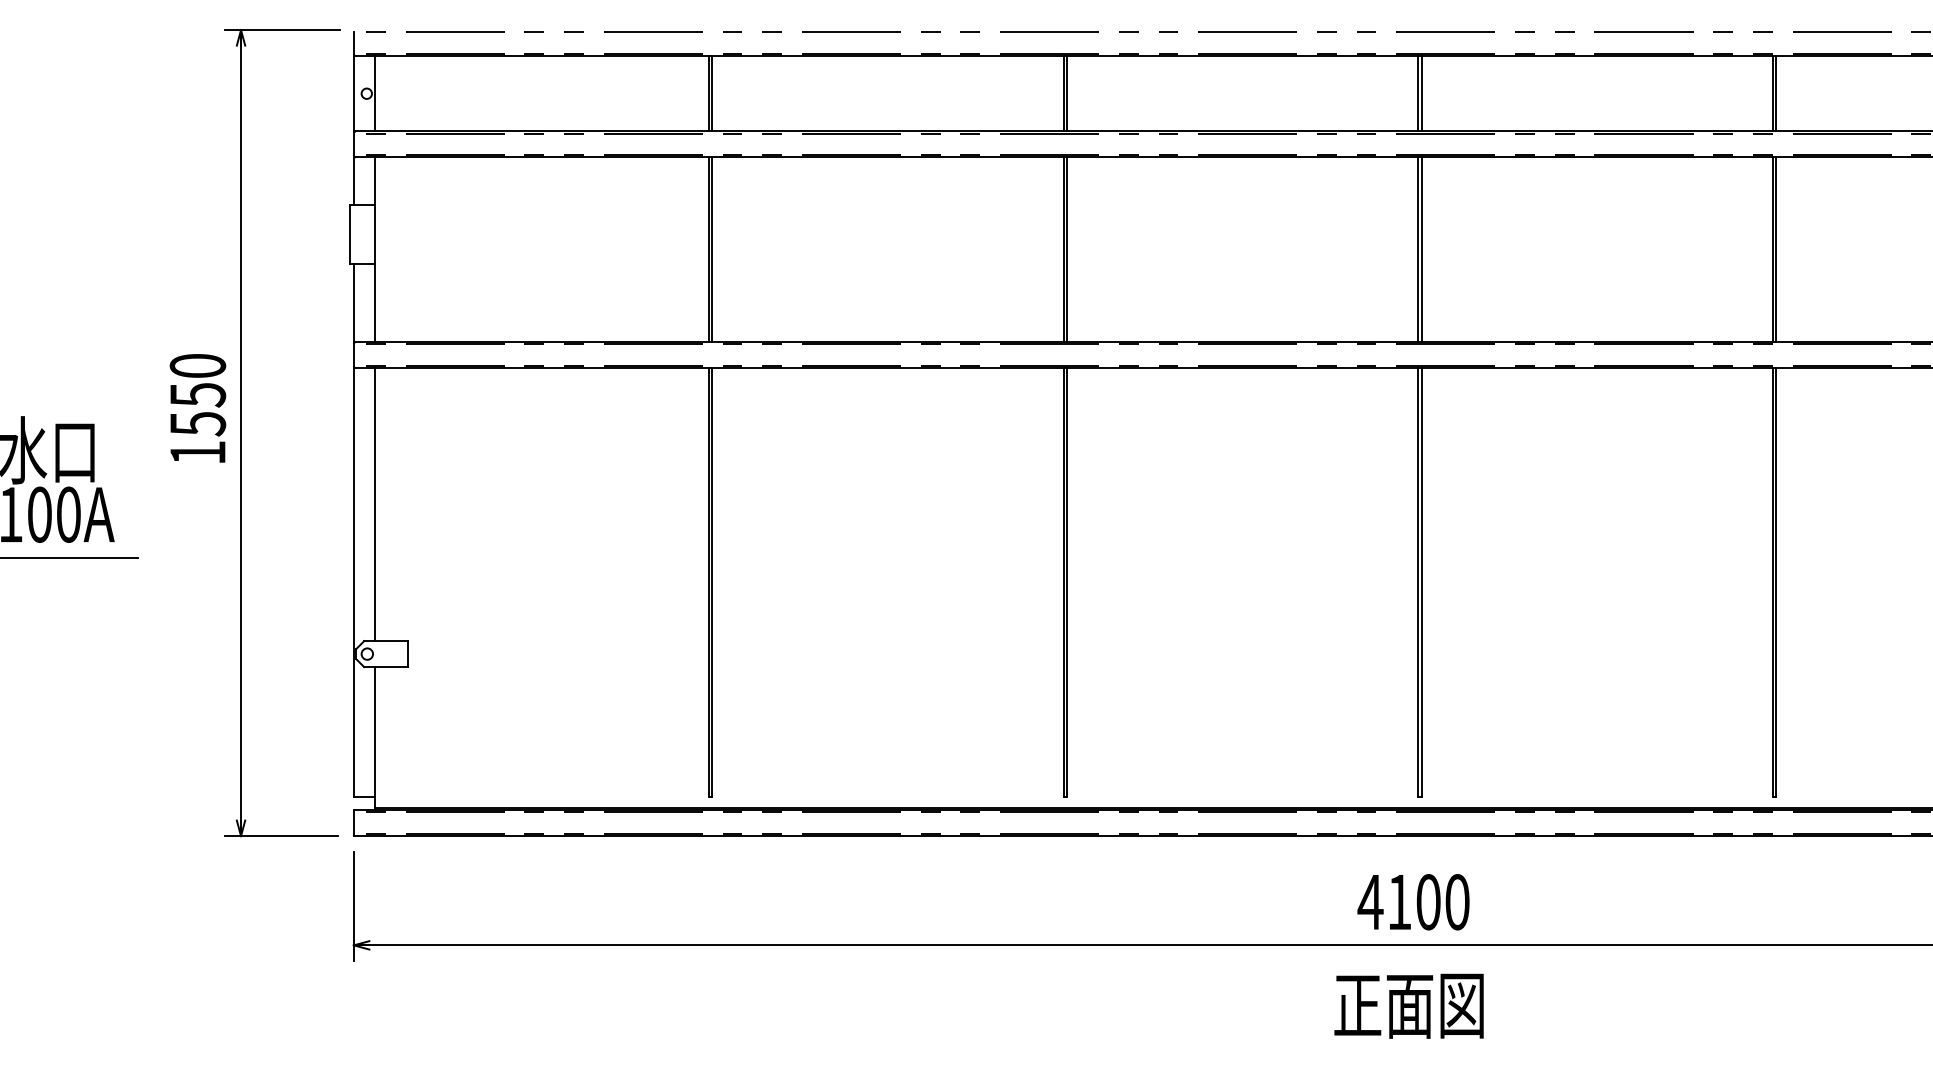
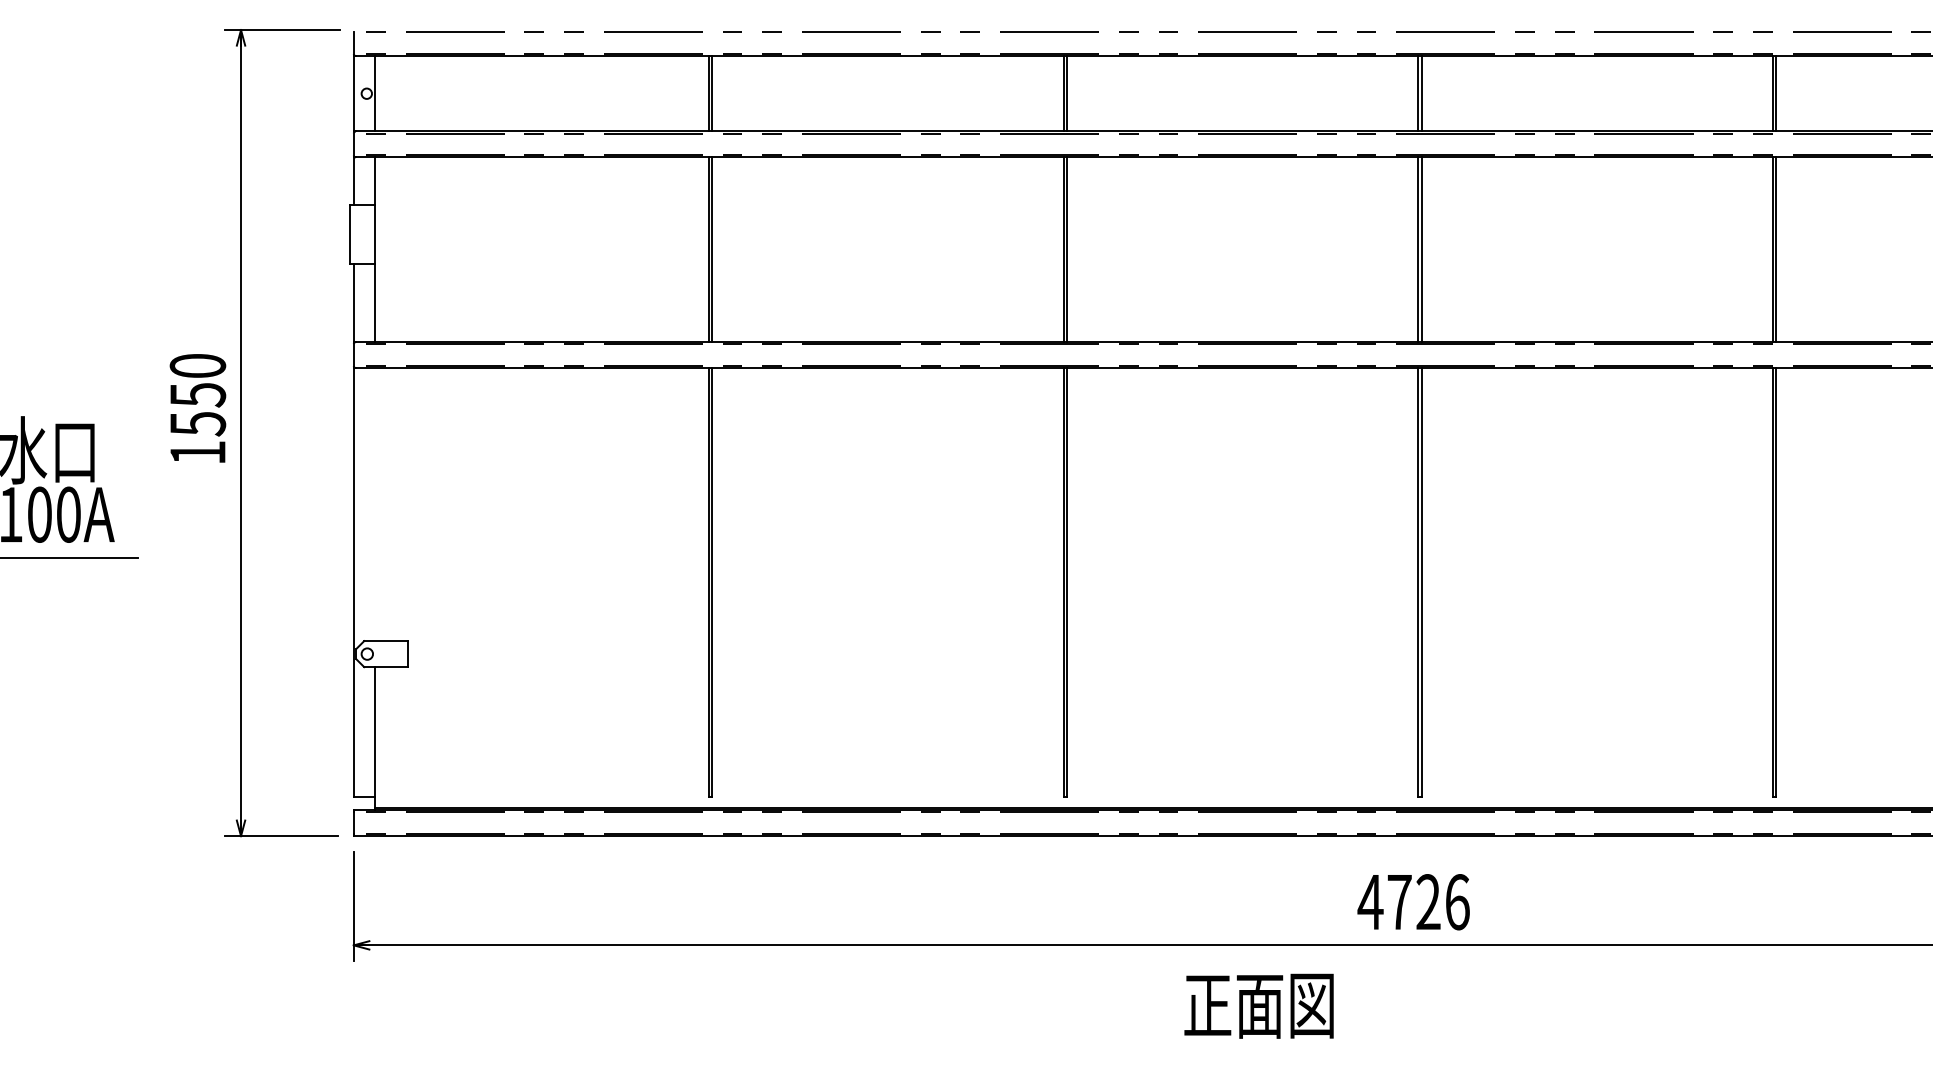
line at (374, 504): present -> none
text at (1428, 902): 4100 -> 4726
text at (1408, 1005) position: (1408, 1005) -> (1258, 1005)
